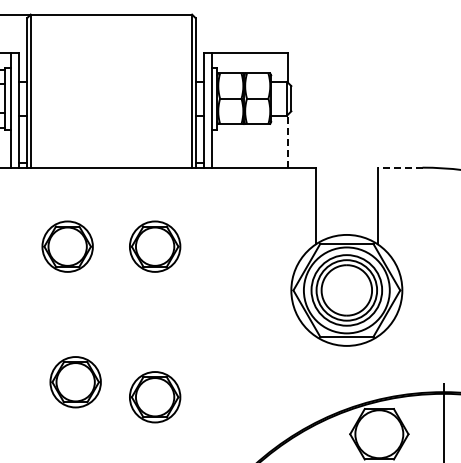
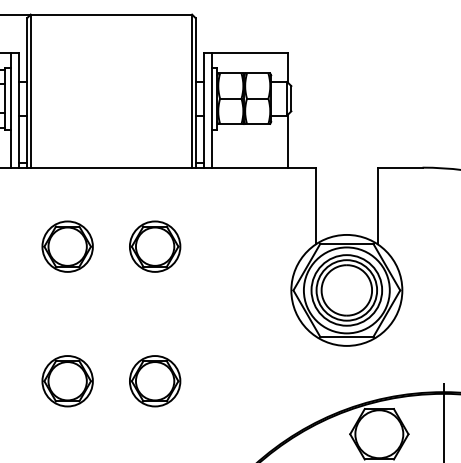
line at (287, 140): dashed -> solid
line at (399, 167): dashed -> solid
part at (75, 382) position: (75, 382) -> (67, 381)
part at (155, 397) position: (155, 397) -> (155, 381)
